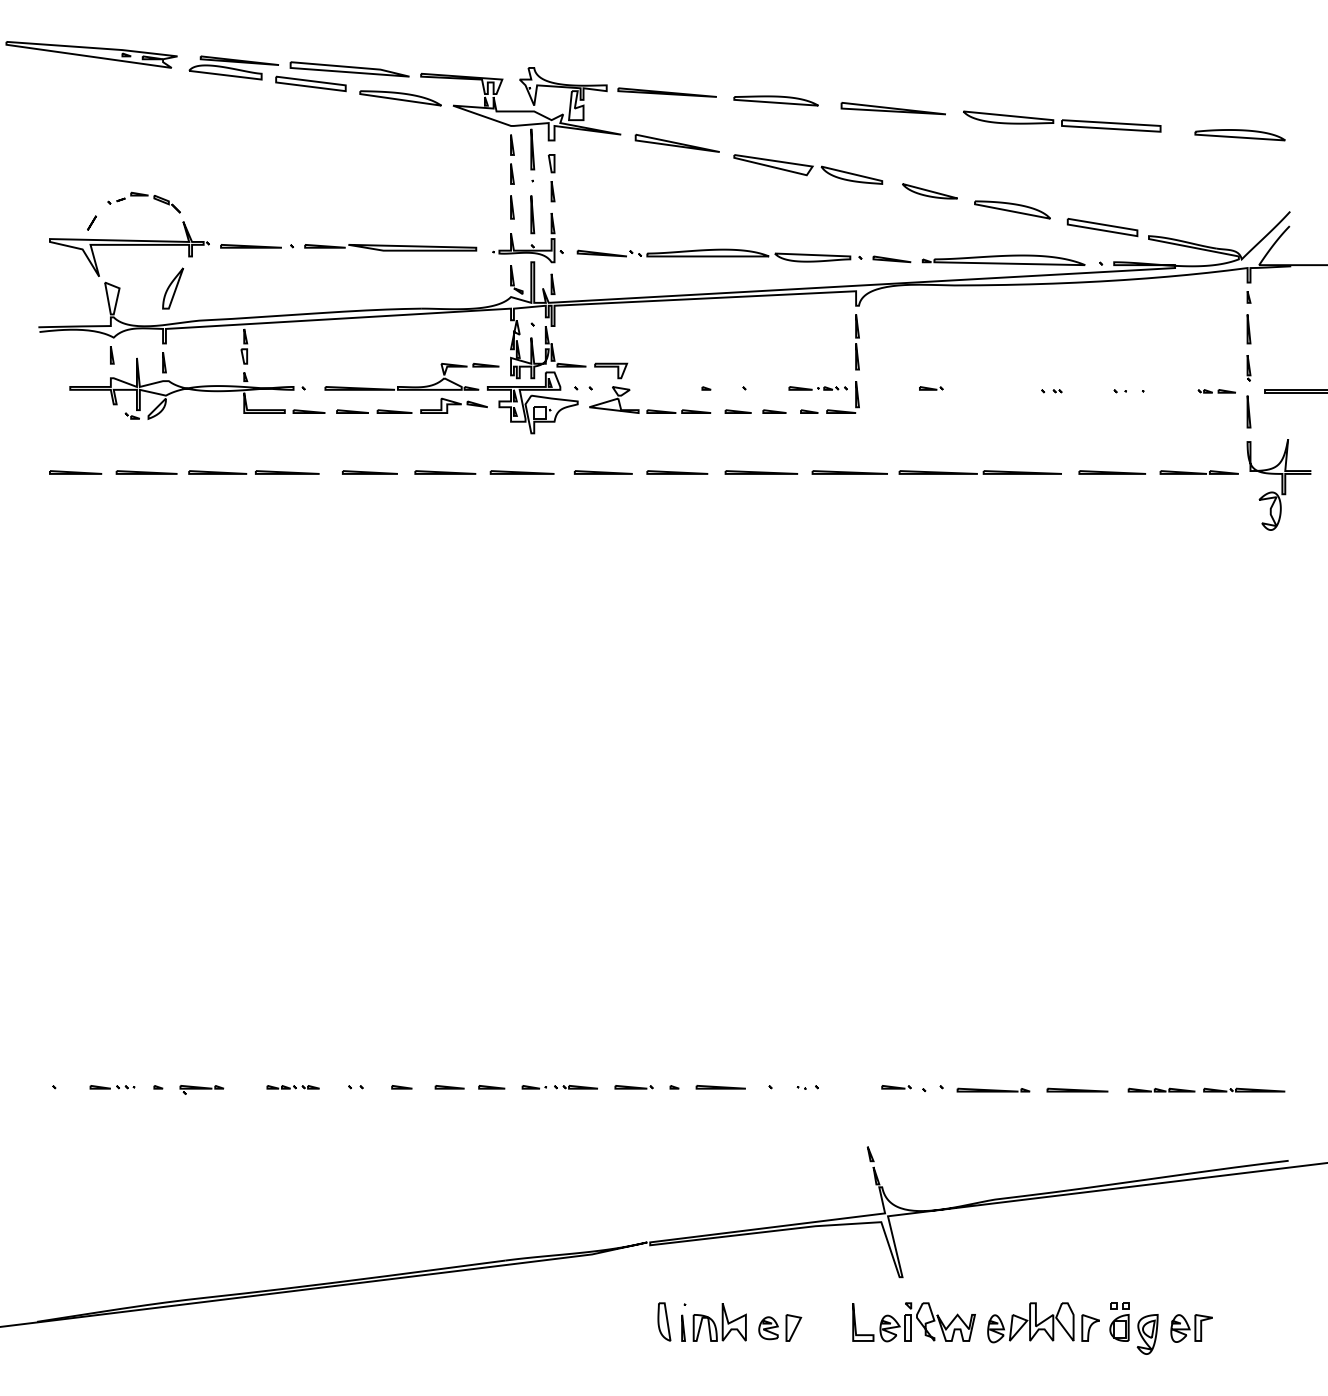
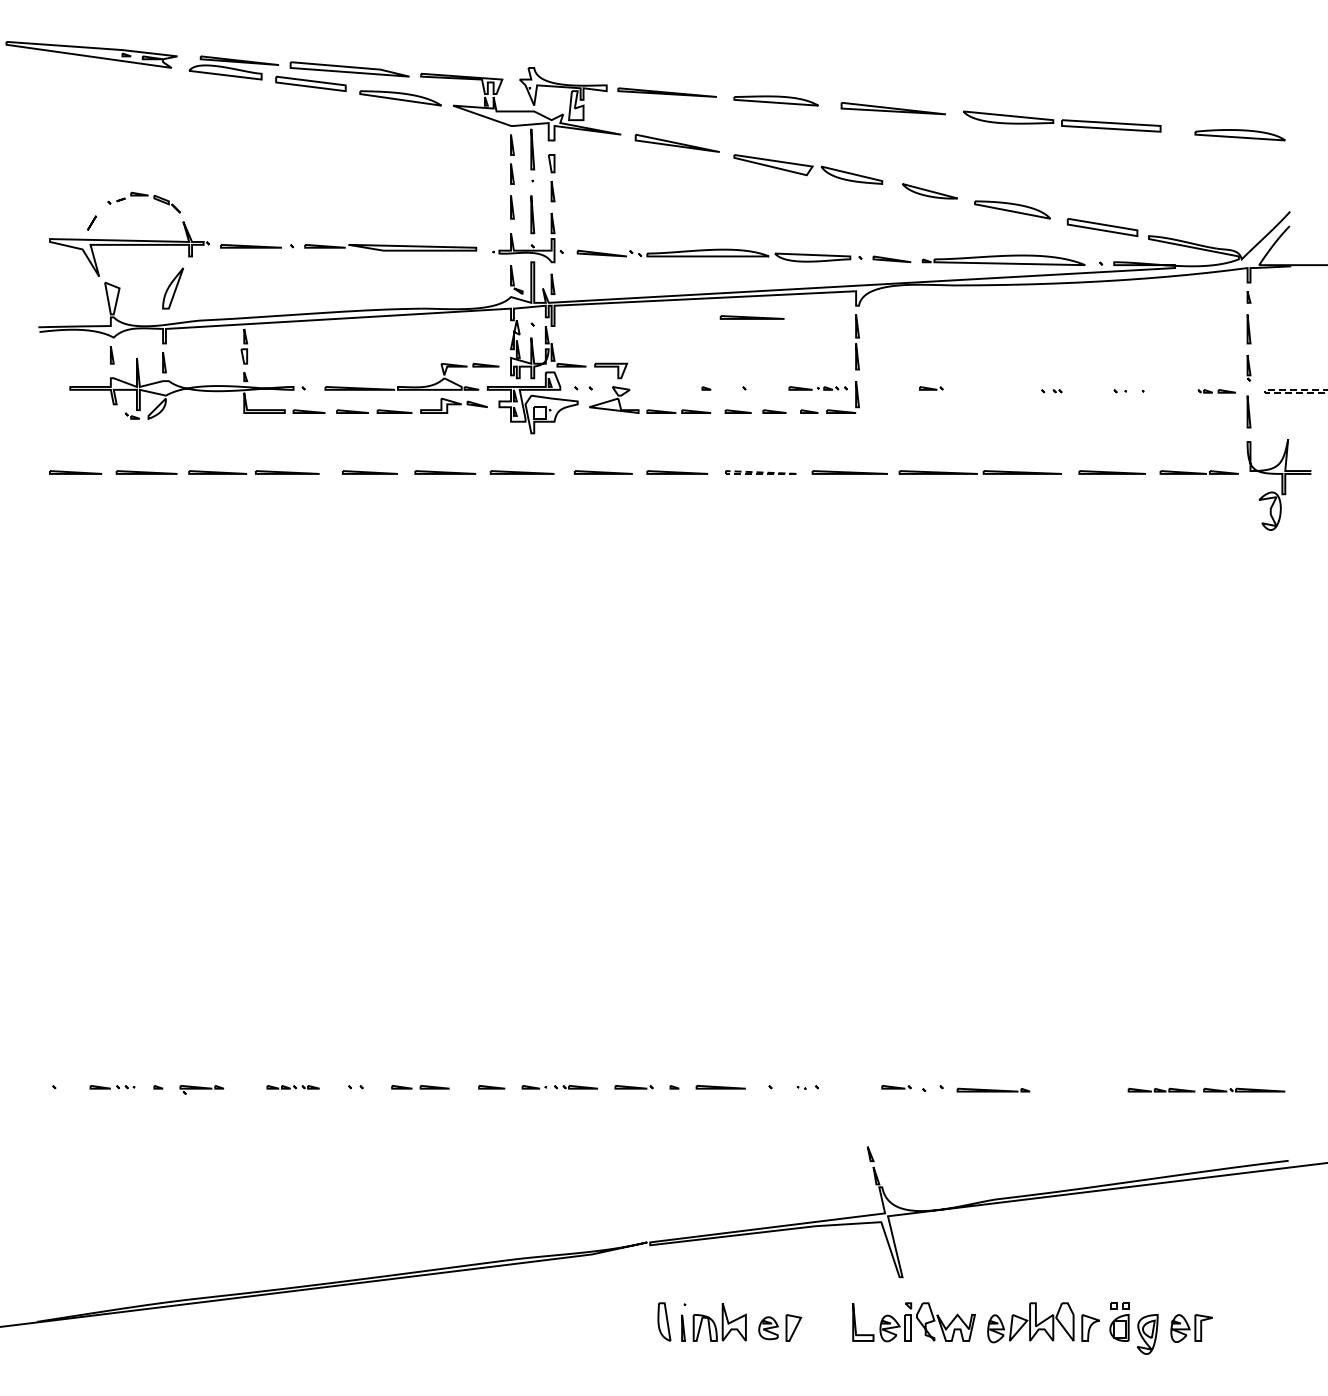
line at (751, 317): none -> present
line at (1264, 391): solid -> dashed
line at (797, 473): solid -> dashed
line at (449, 1087) position: (449, 1087) -> (434, 1087)
part at (1077, 1089): present -> none
